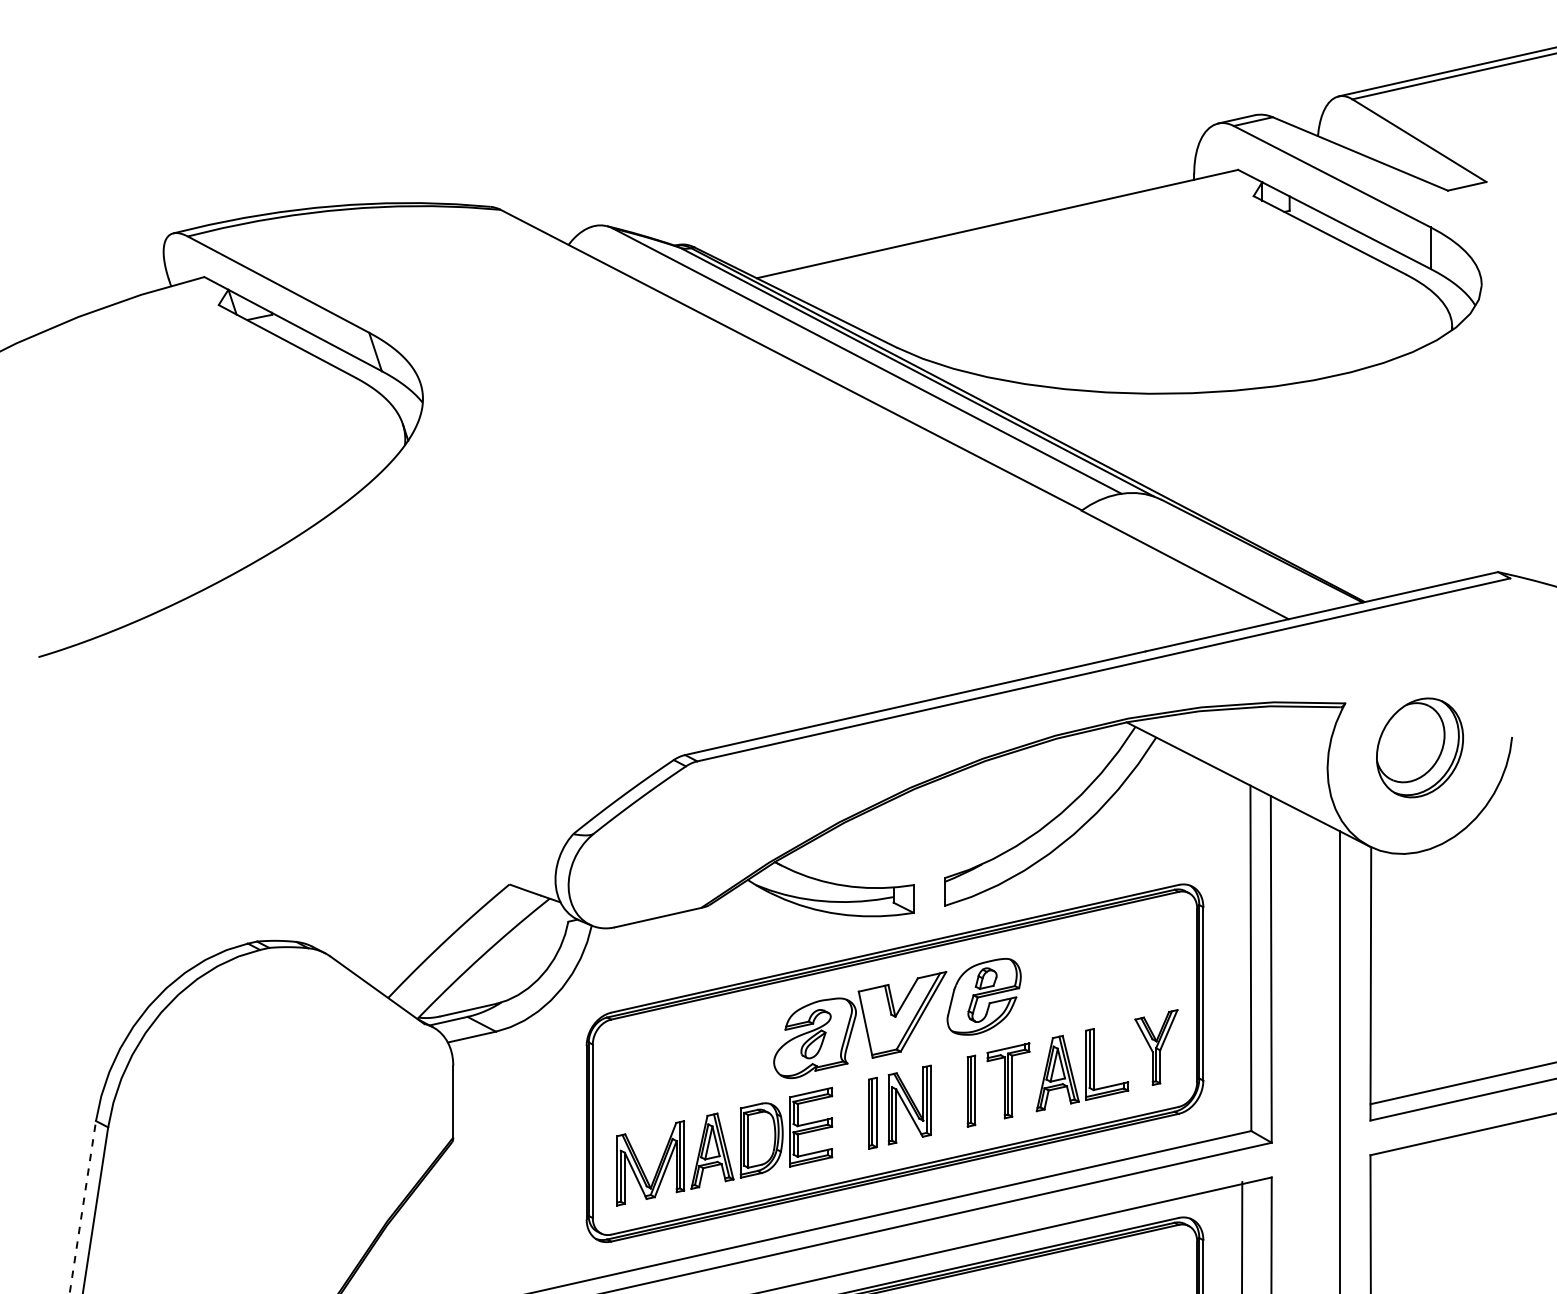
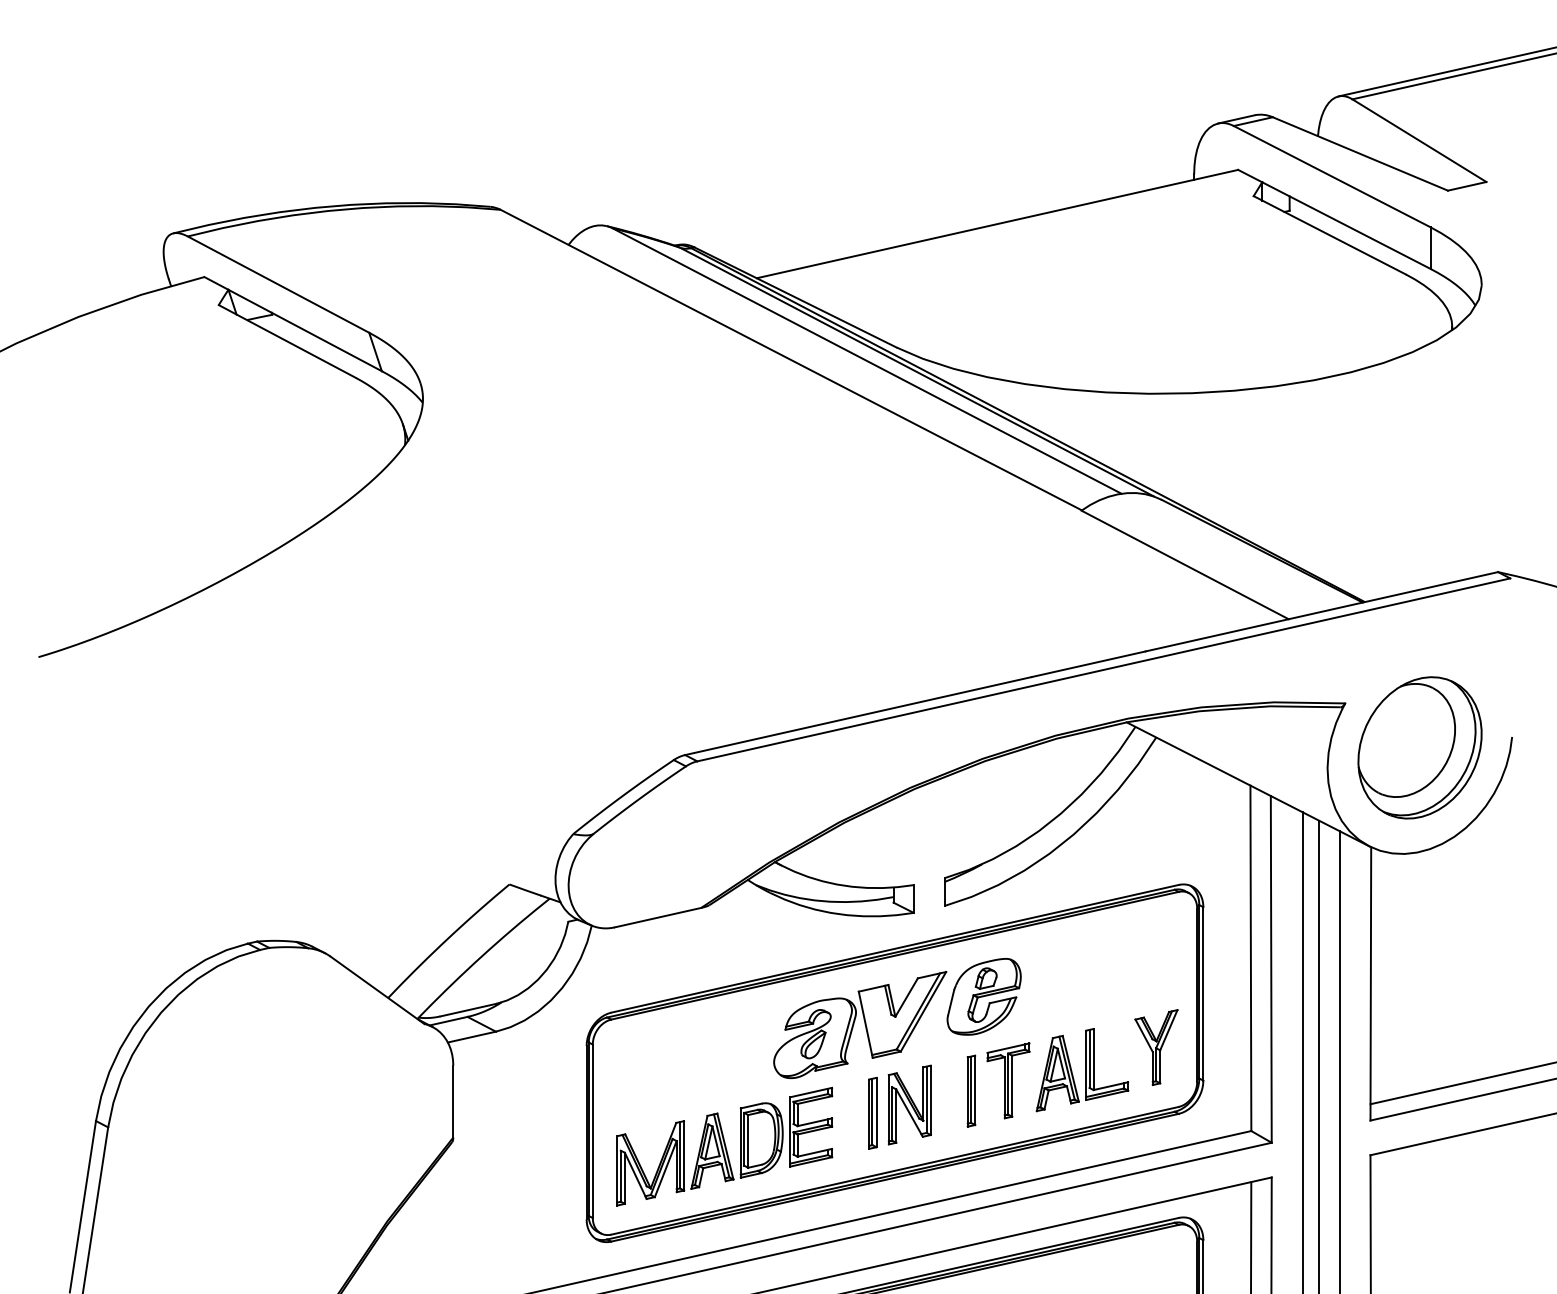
part at (1419, 747) size: 88x102 px -> 126x144 px
line at (1302, 1051): none -> present
line at (1319, 1055): none -> present
line at (82, 1206): dashed -> solid
line at (1242, 1236) position: (1242, 1236) -> (1251, 1236)
